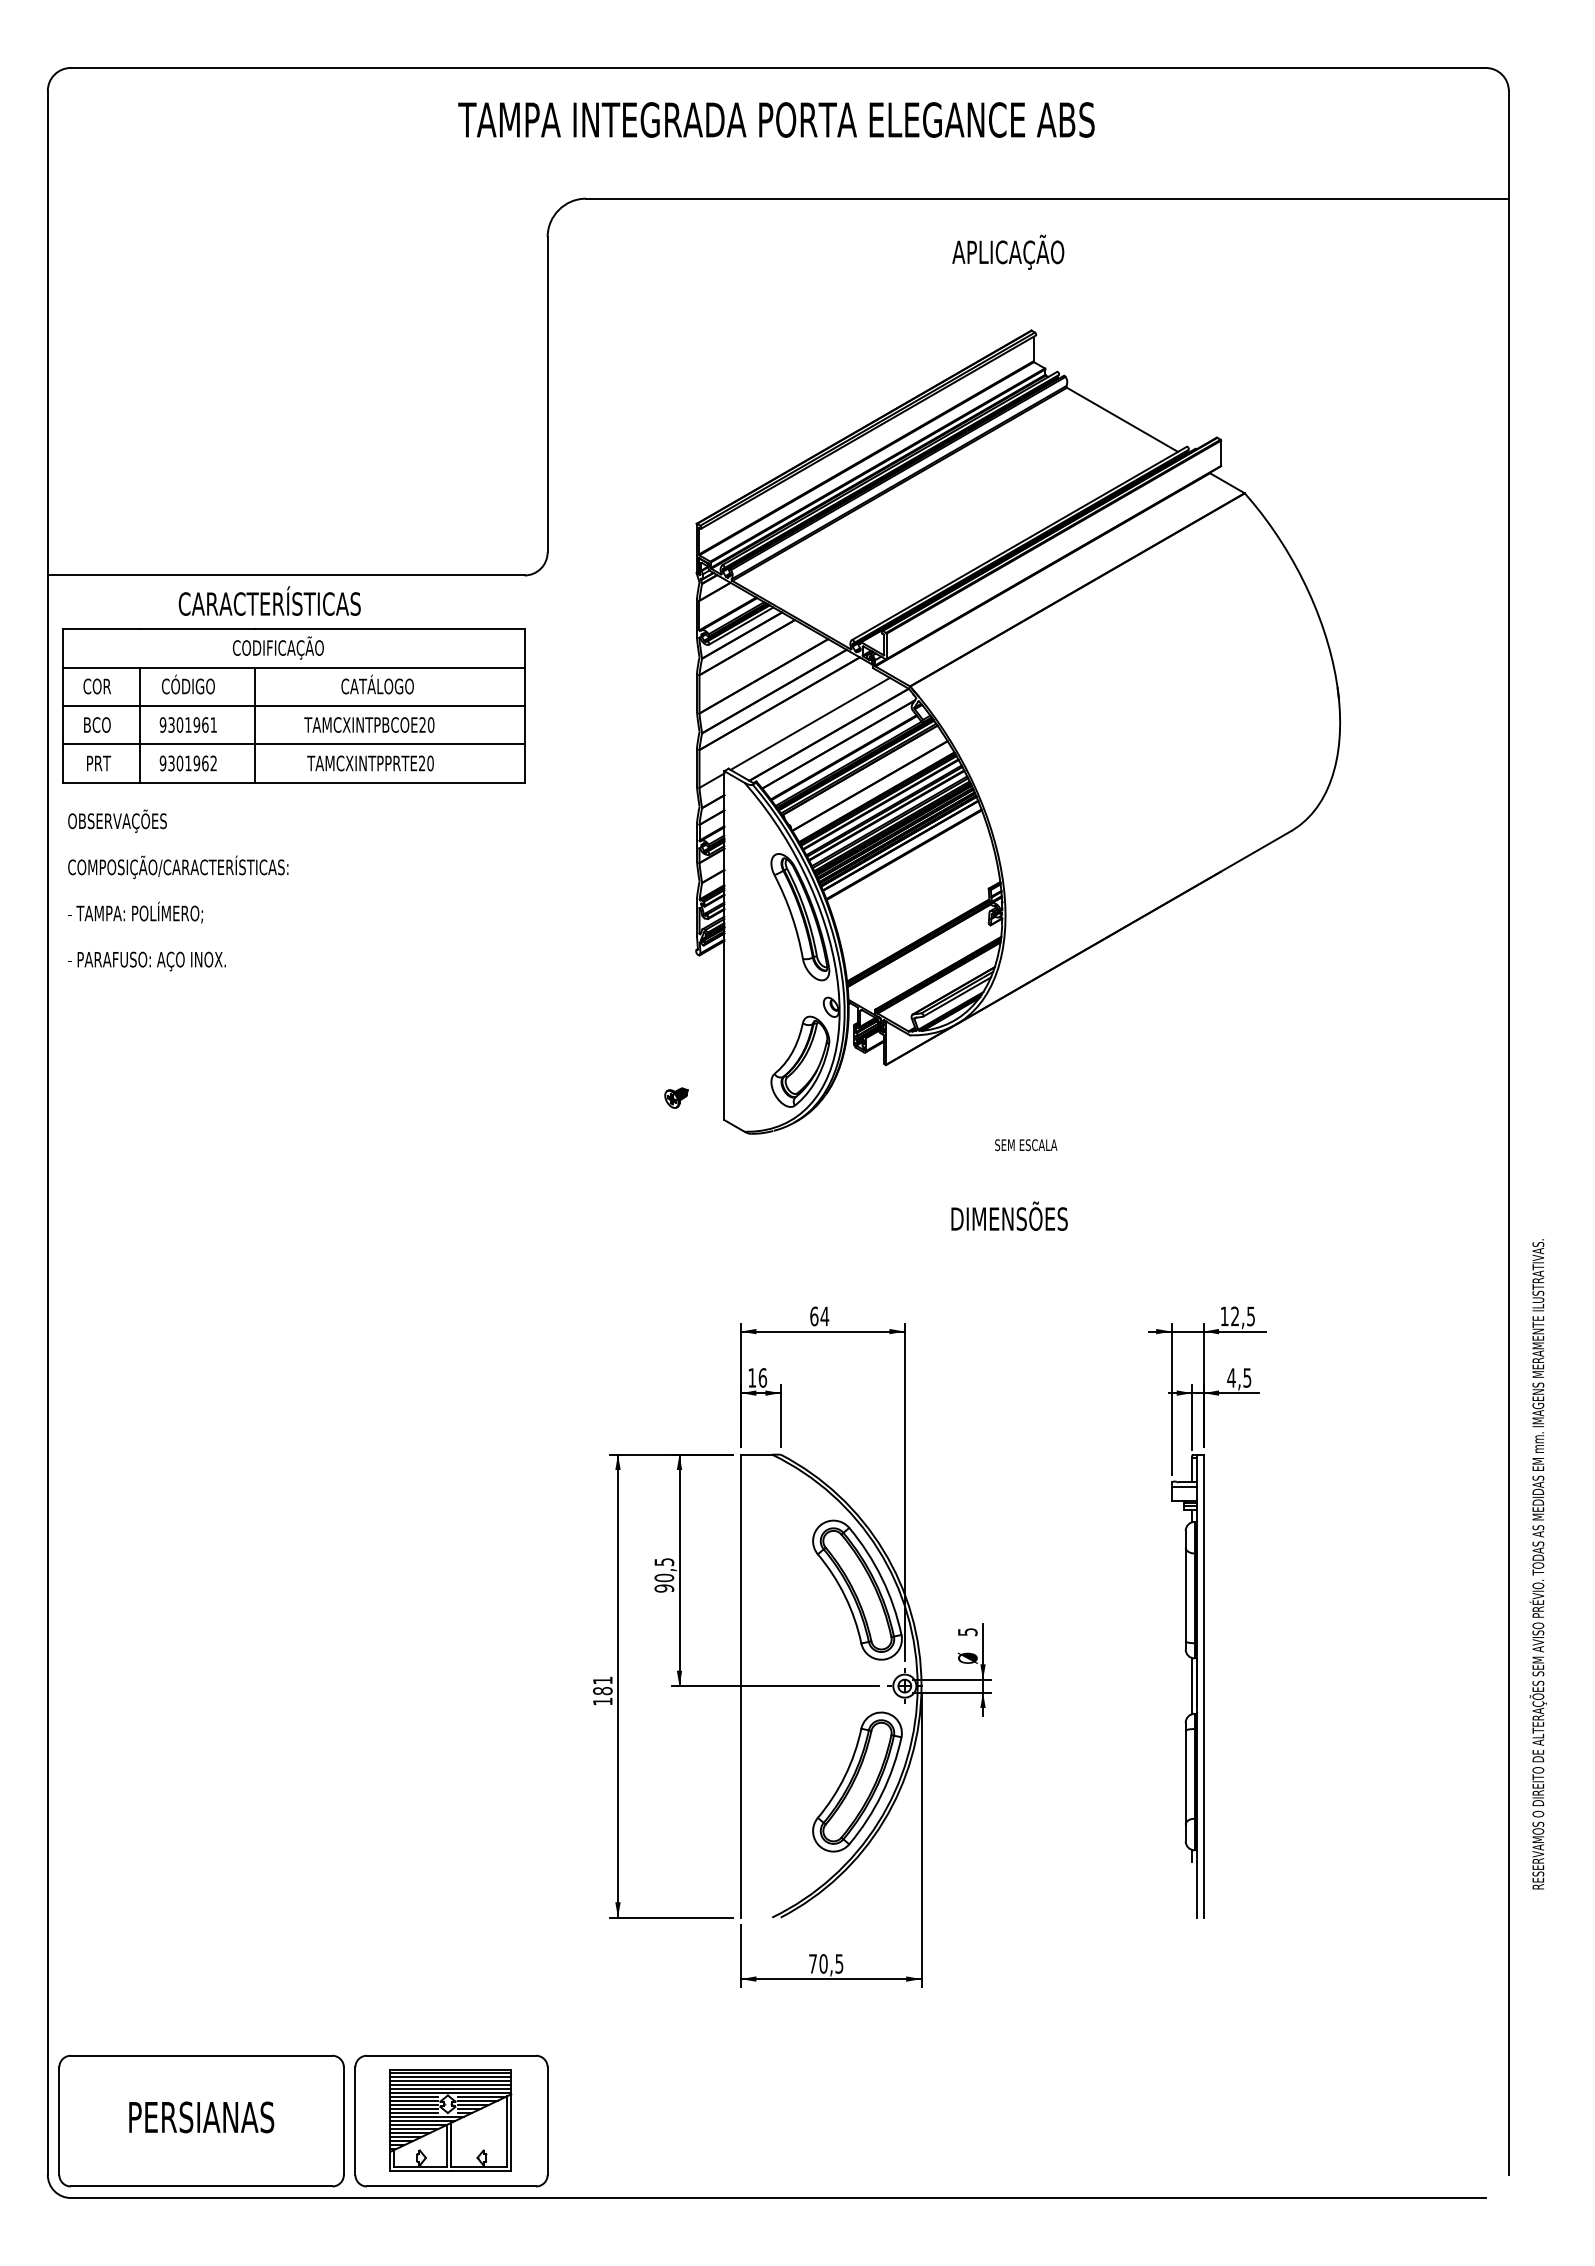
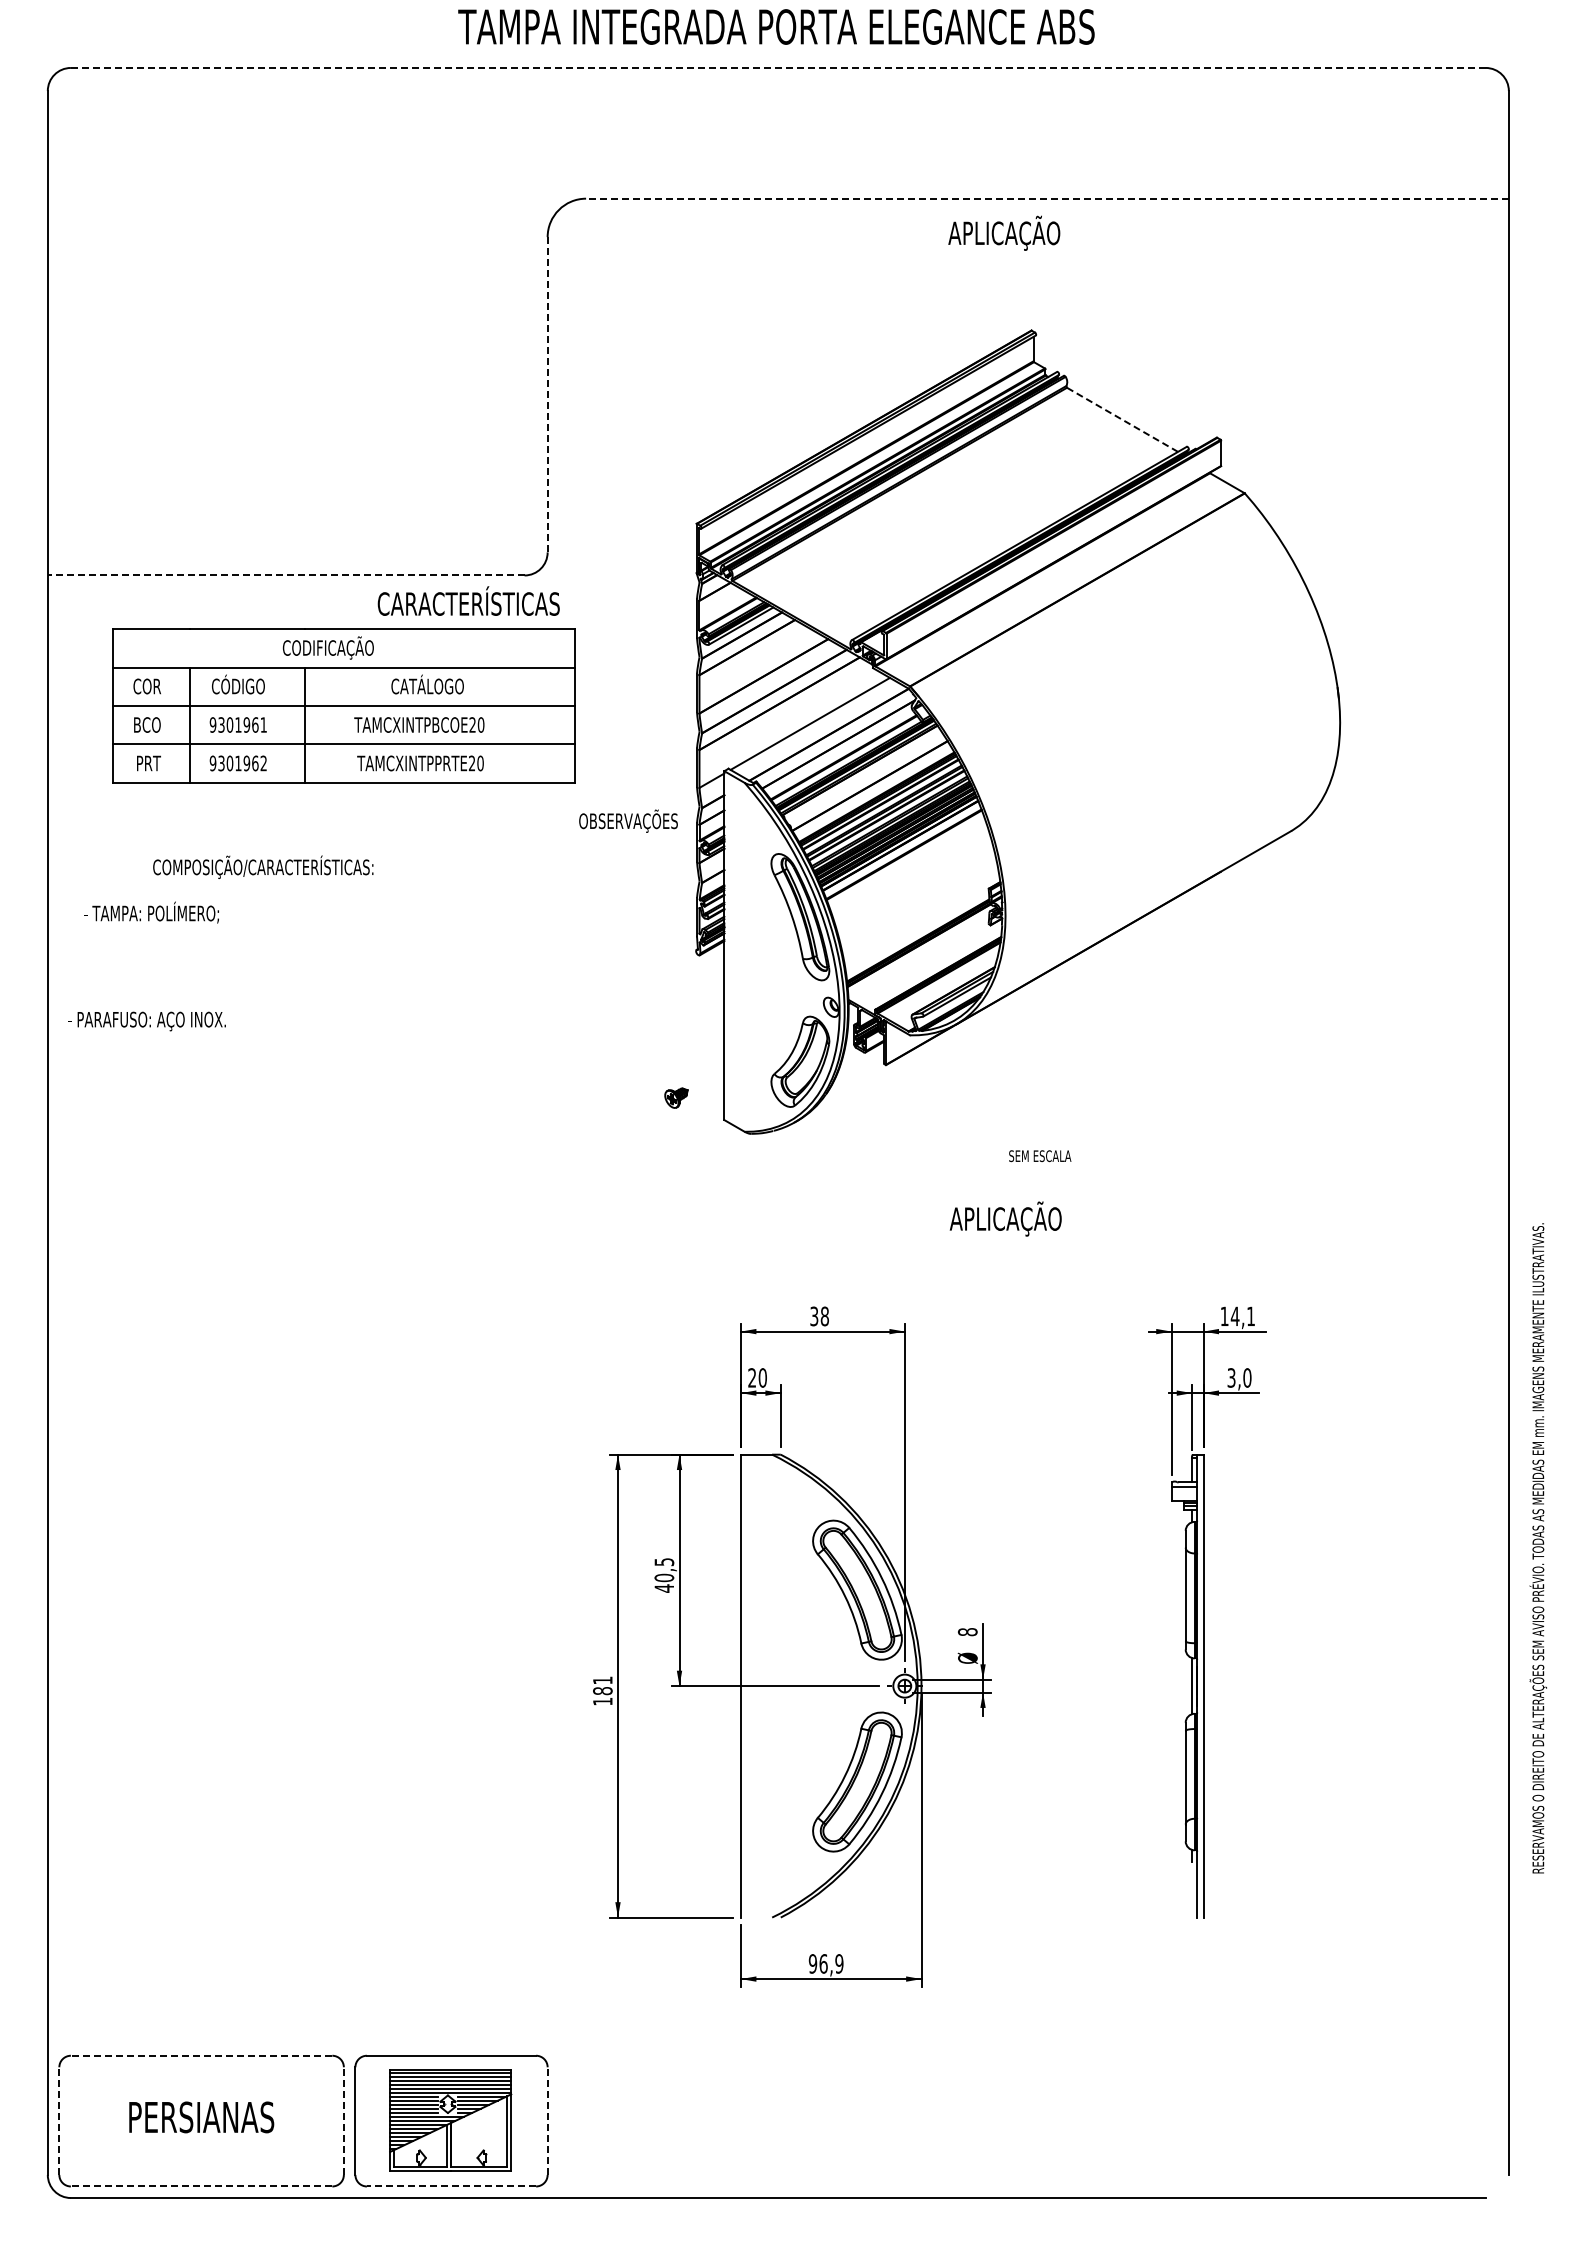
line at (777, 67): solid -> dashed
text at (776, 119) position: (776, 119) -> (776, 26)
line at (1046, 198): solid -> dashed
text at (1008, 251) position: (1008, 251) -> (1004, 232)
line at (547, 394): solid -> dashed
line at (1122, 419): solid -> dashed
line at (285, 575): solid -> dashed
text at (269, 600) position: (269, 600) -> (468, 600)
part at (293, 705) position: (293, 705) -> (343, 705)
text at (117, 820) position: (117, 820) -> (628, 820)
text at (178, 866) position: (178, 866) -> (263, 866)
text at (135, 912) position: (135, 912) -> (151, 912)
text at (146, 961) position: (146, 961) -> (146, 1021)
text at (1026, 1145) position: (1026, 1145) -> (1040, 1156)
text at (1008, 1218): DIMENSÕES -> APLICAÇÃO
text at (819, 1316): 64 -> 38
text at (1242, 1316): 12,5 -> 14,1
text at (757, 1377): 16 -> 20
text at (1239, 1377): 4,5 -> 3,0
text at (1537, 1564) position: (1537, 1564) -> (1537, 1548)
text at (664, 1588): 90,5 -> 40,5
text at (967, 1632): 5 -> 8
text at (825, 1963): 70,5 -> 96,9
line at (201, 2055): solid -> dashed
line at (59, 2121): solid -> dashed
line at (343, 2121): solid -> dashed
line at (547, 2121): solid -> dashed
line at (201, 2186): solid -> dashed
line at (451, 2186): solid -> dashed
